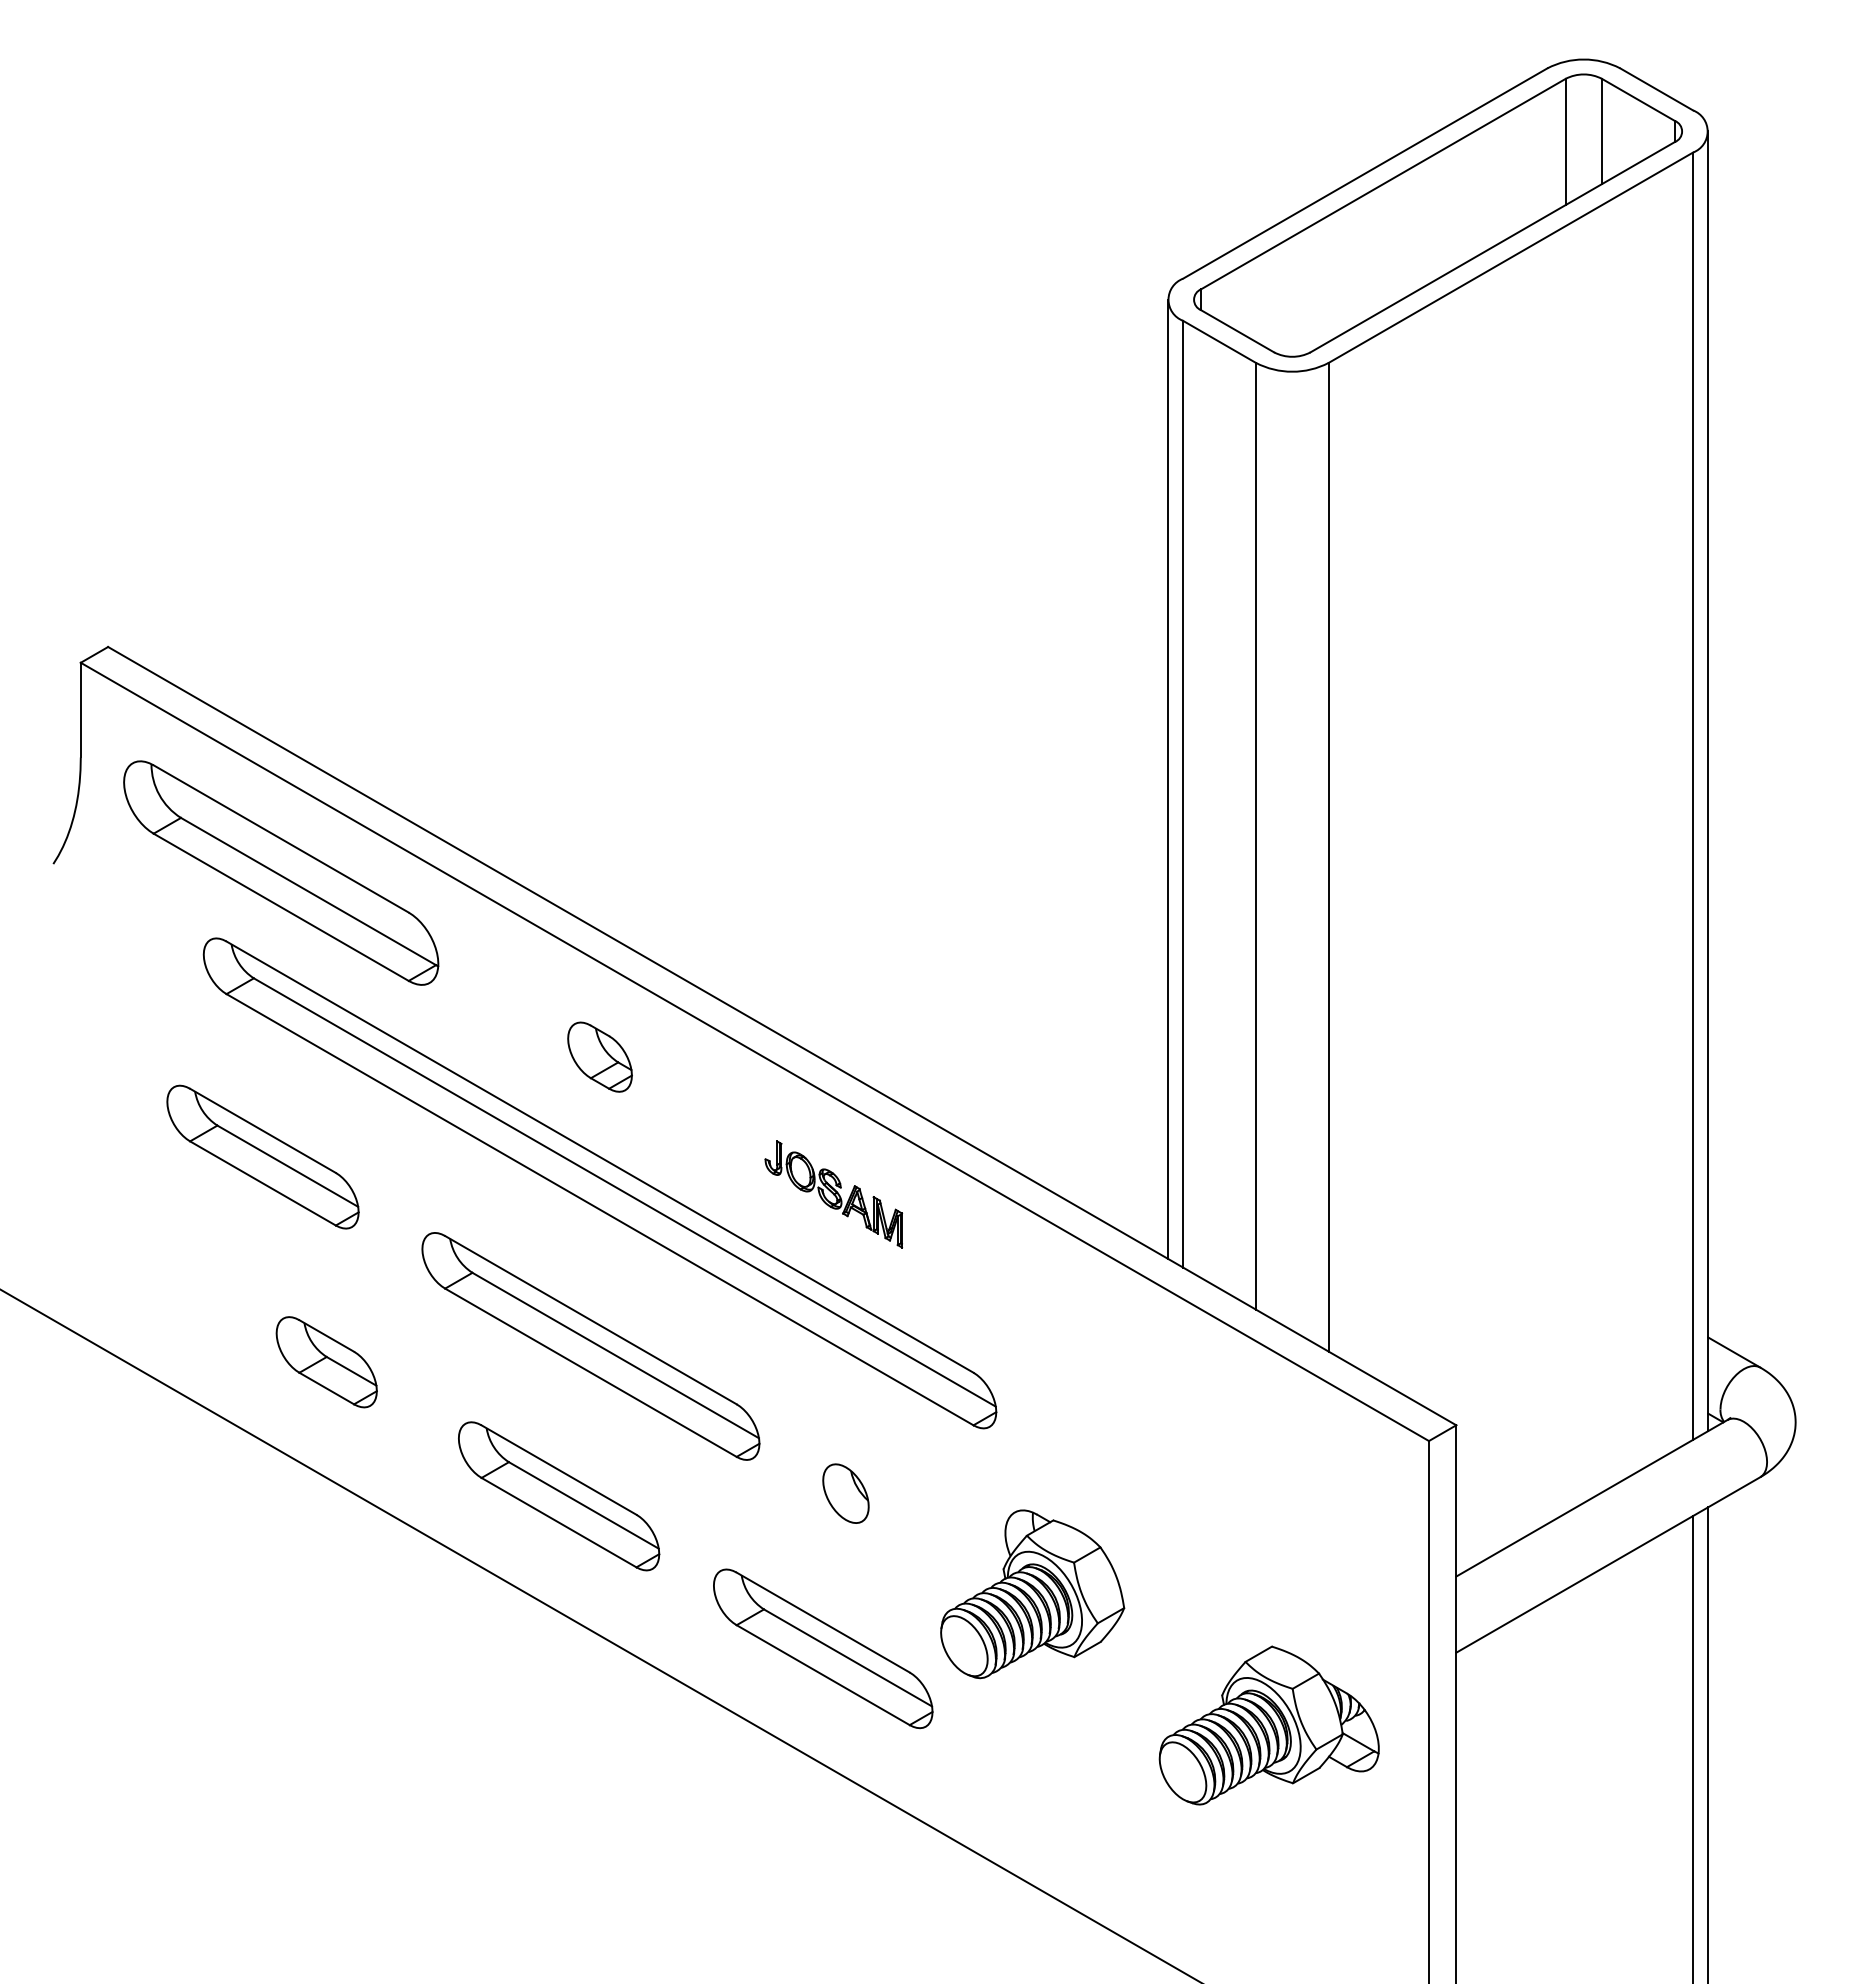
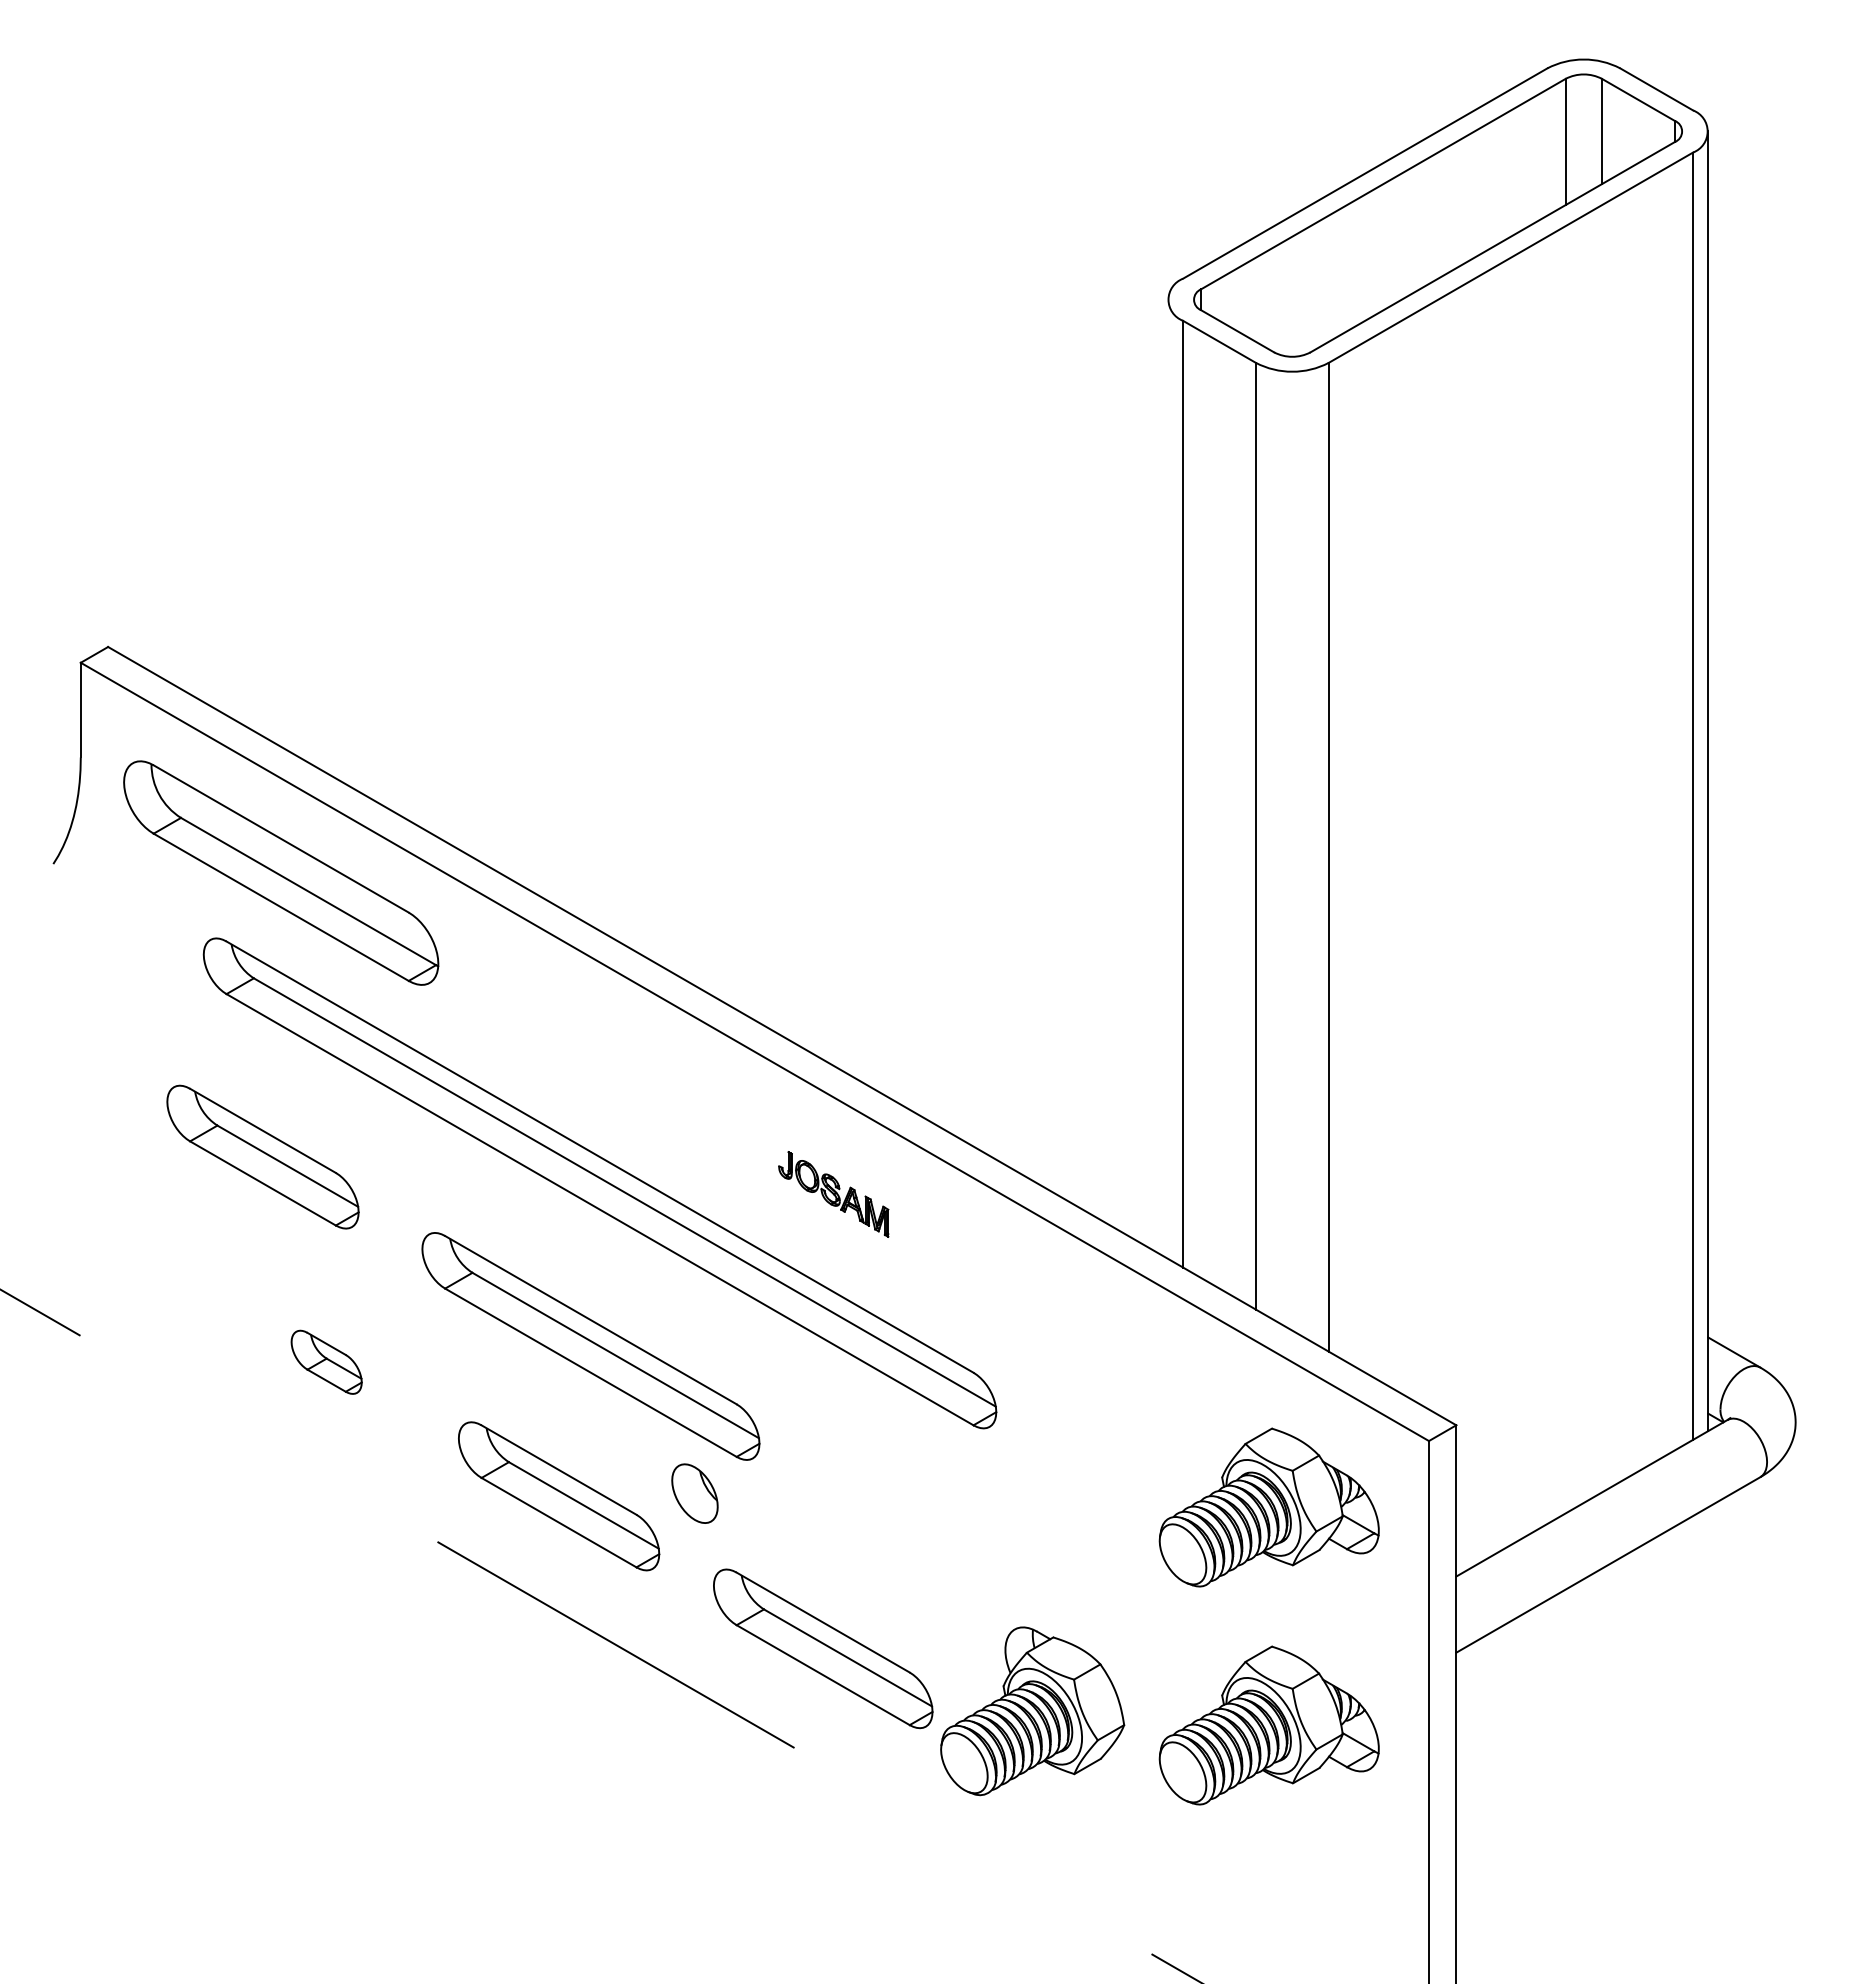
line at (1167, 778): present -> none
part at (599, 1056): present -> none
part at (833, 1194) size: 139x109 px -> 112x87 px
part at (326, 1362) size: 103x93 px -> 73x66 px
part at (845, 1493) position: (845, 1493) -> (694, 1493)
part at (1268, 1507): none -> present
part at (1032, 1594) position: (1032, 1594) -> (1032, 1711)
line at (602, 1636): solid -> dashed
line at (1708, 1743): present -> none
line at (1693, 1748): present -> none
